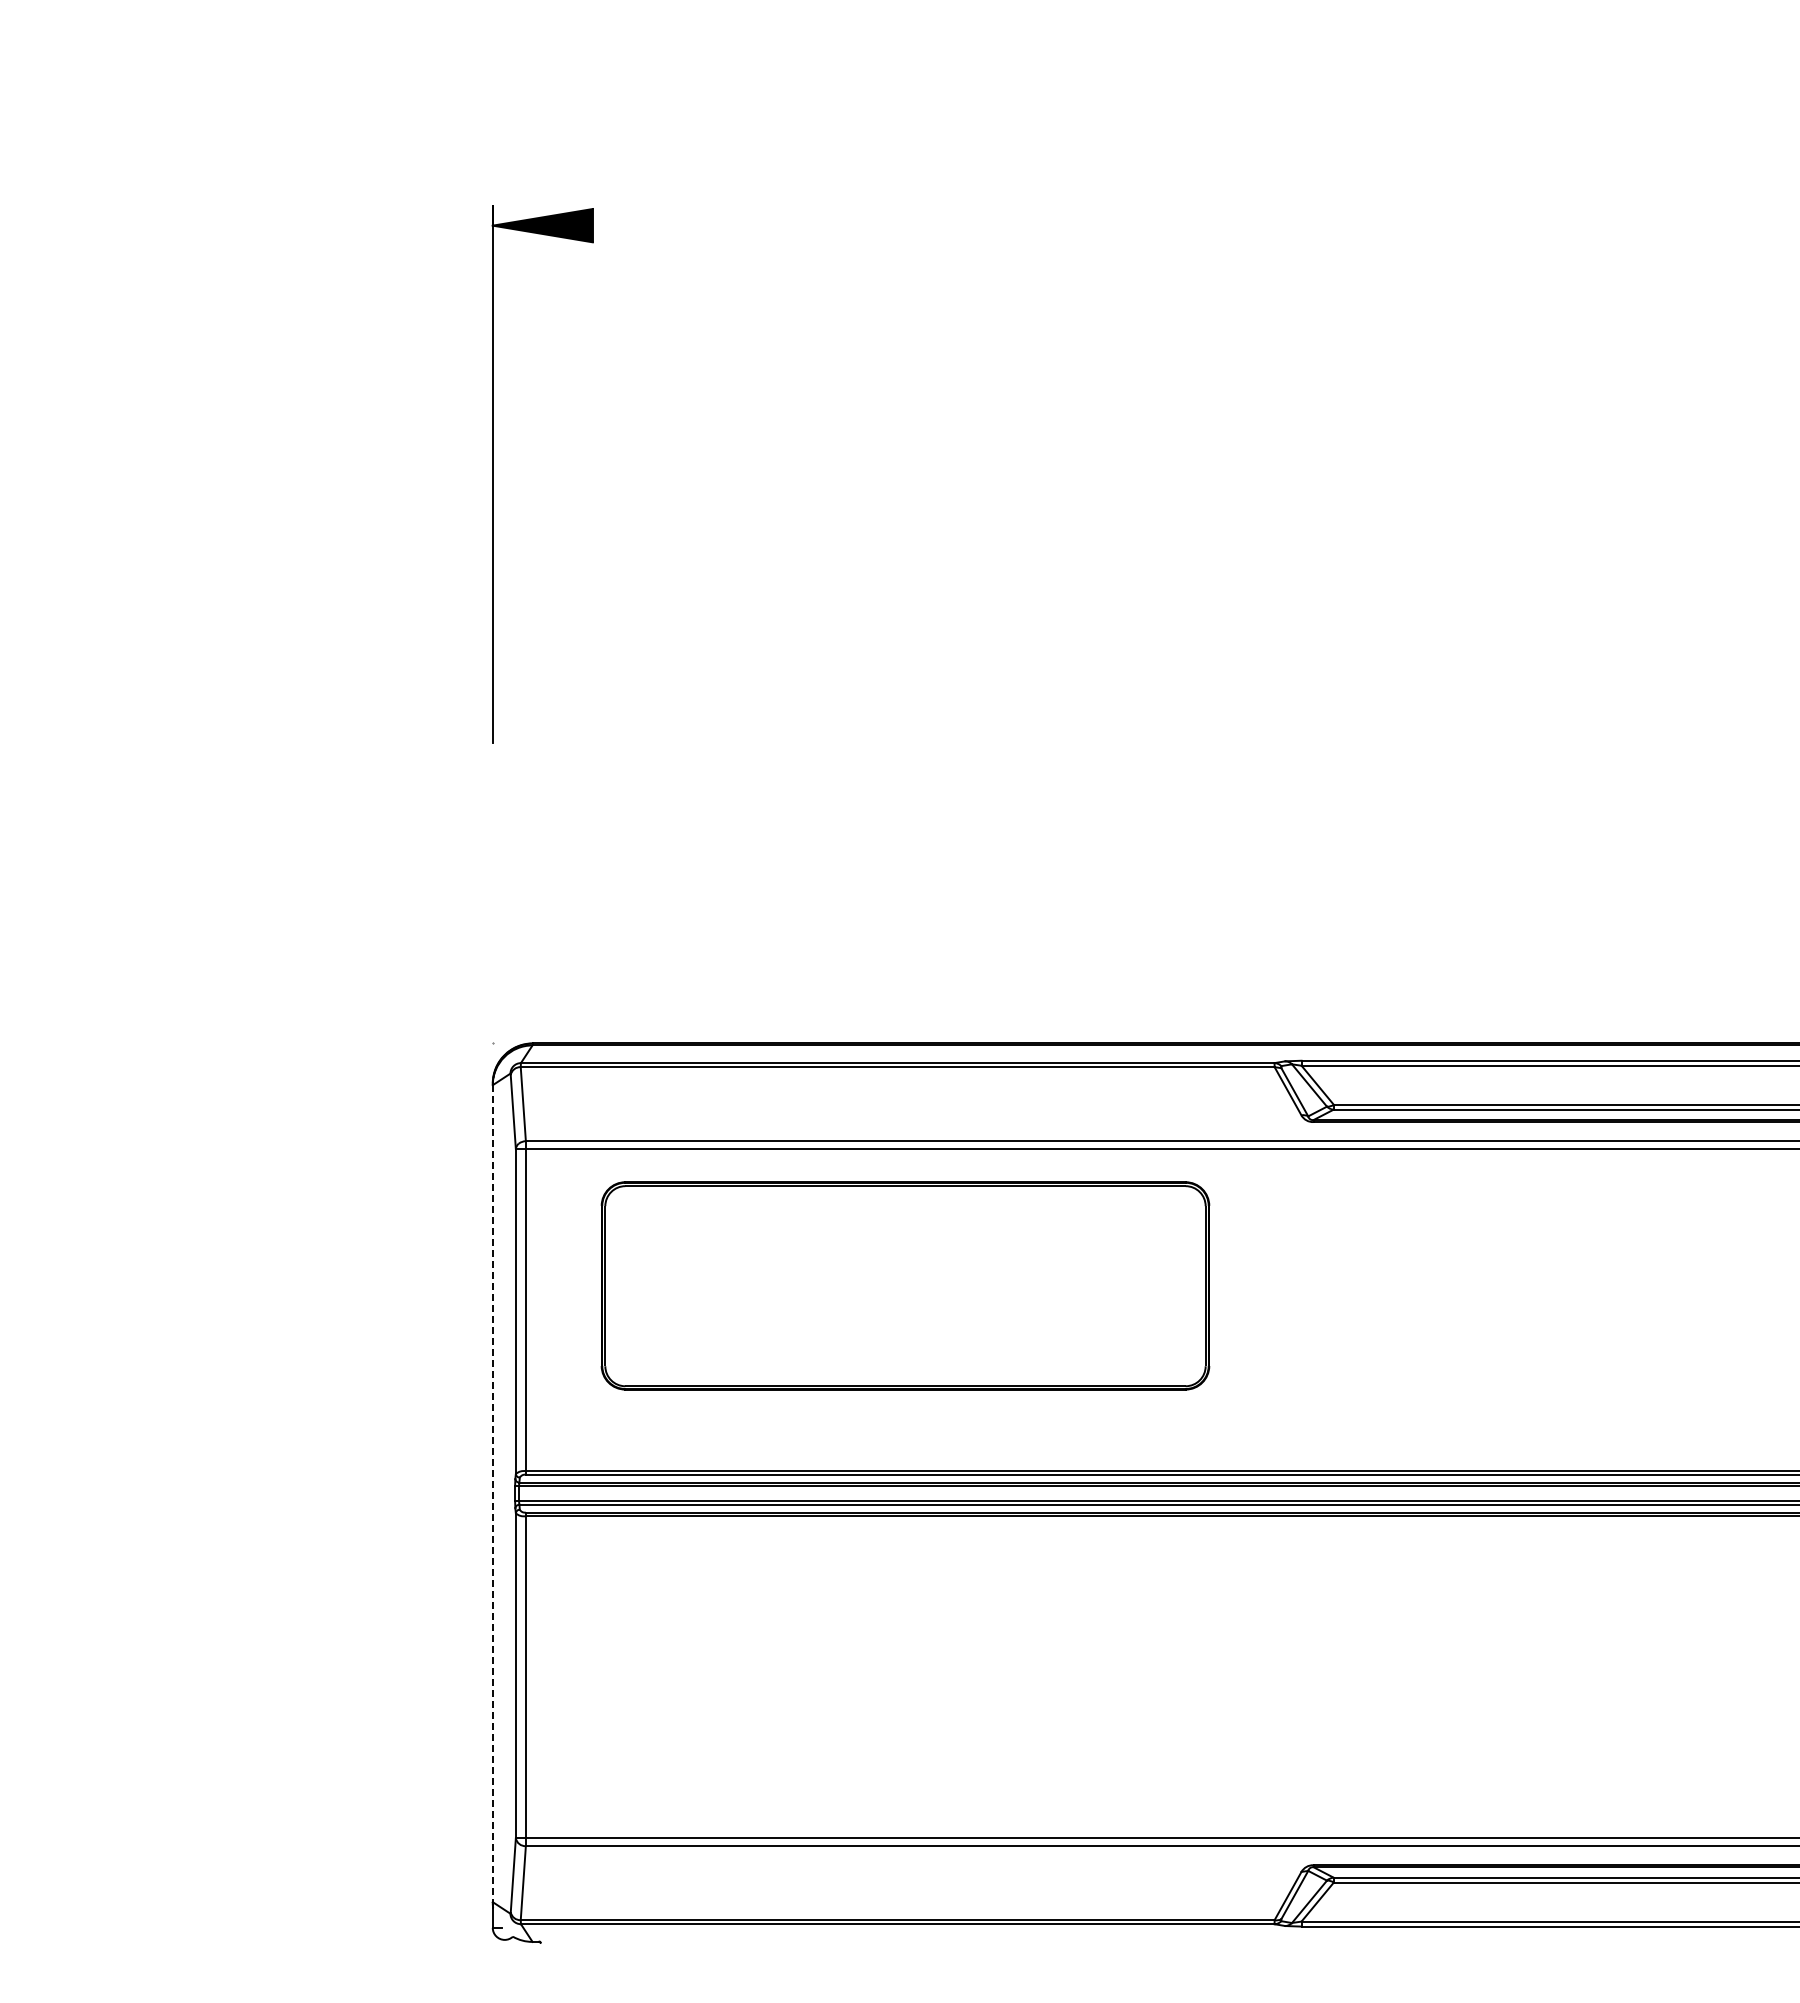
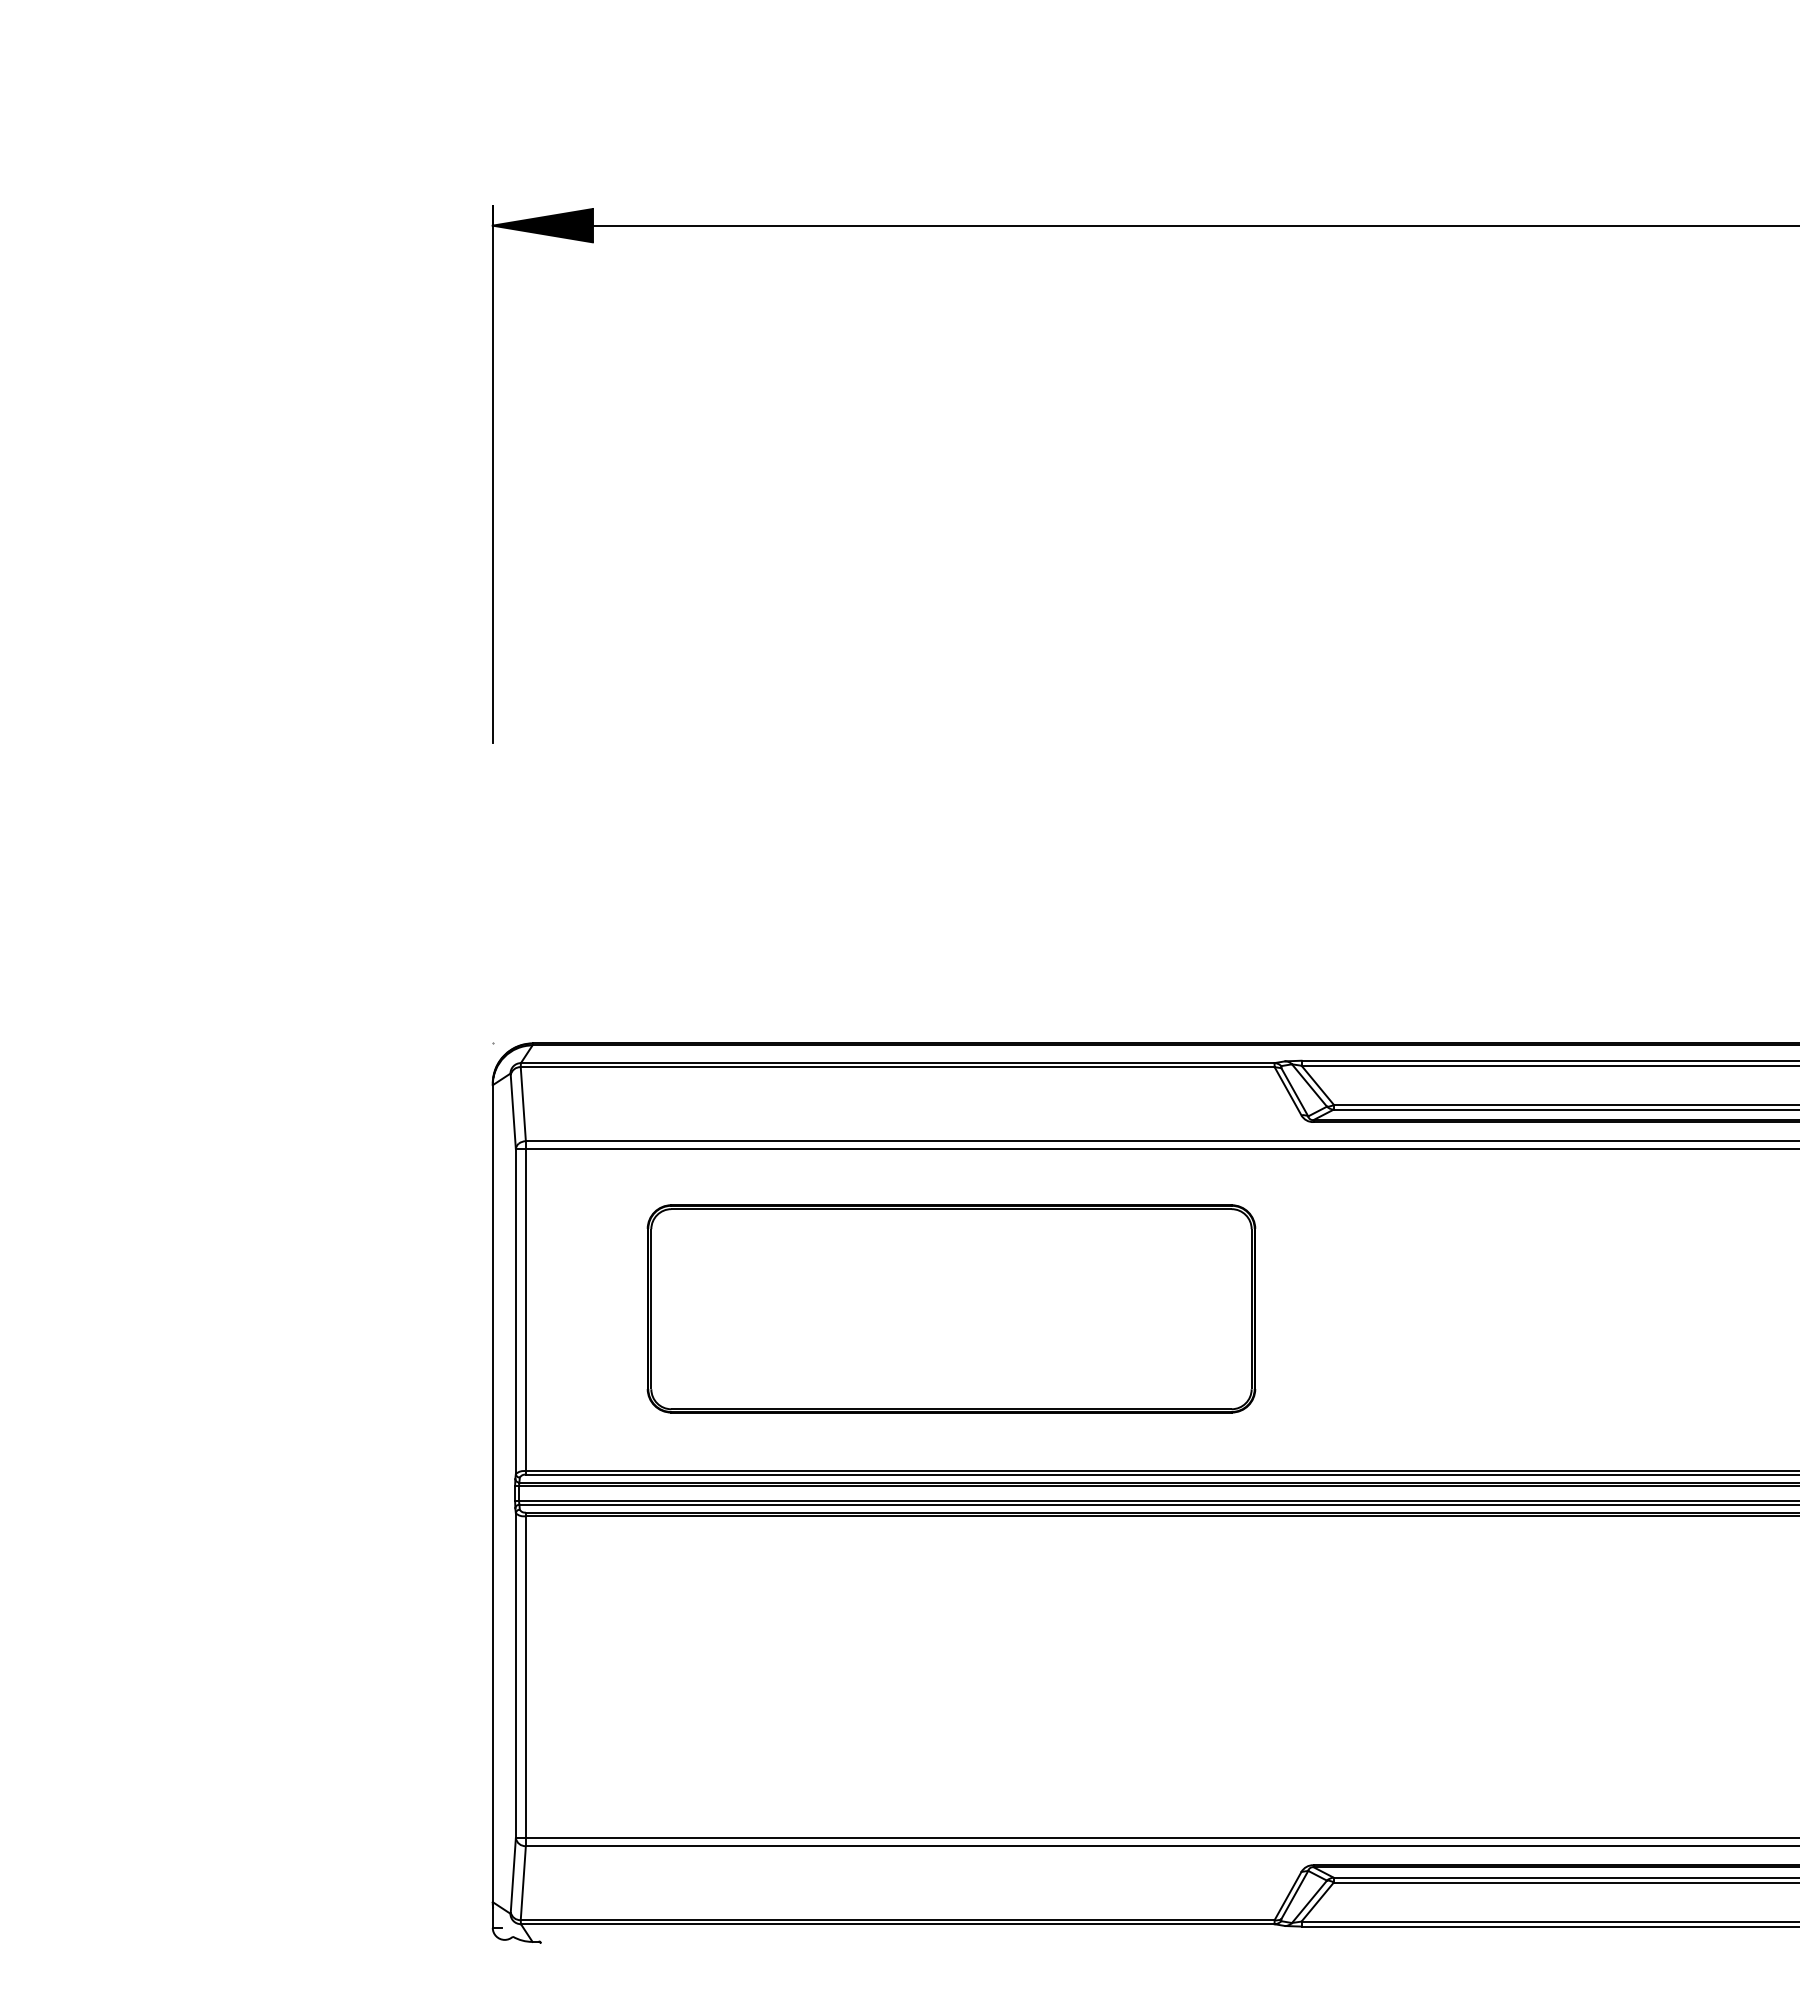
line at (1194, 225): none -> present
part at (905, 1285) position: (905, 1285) -> (951, 1308)
line at (492, 1494): dashed -> solid
